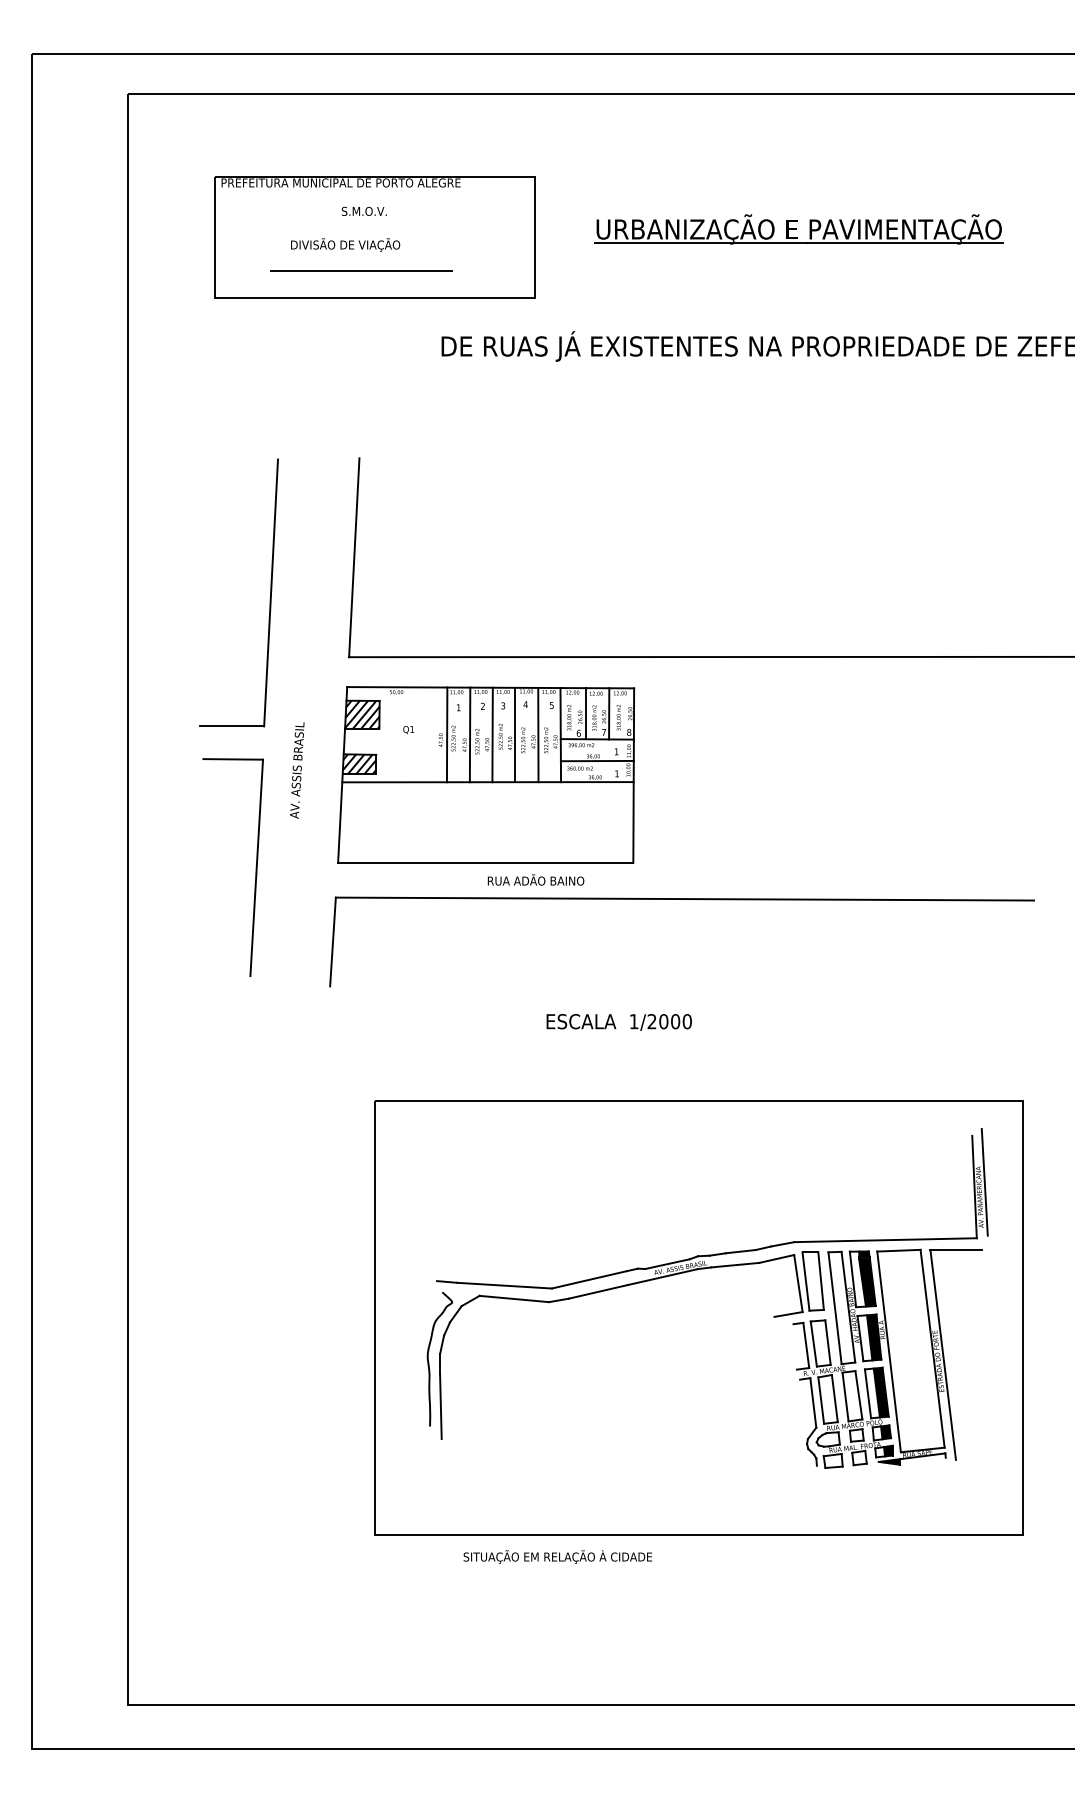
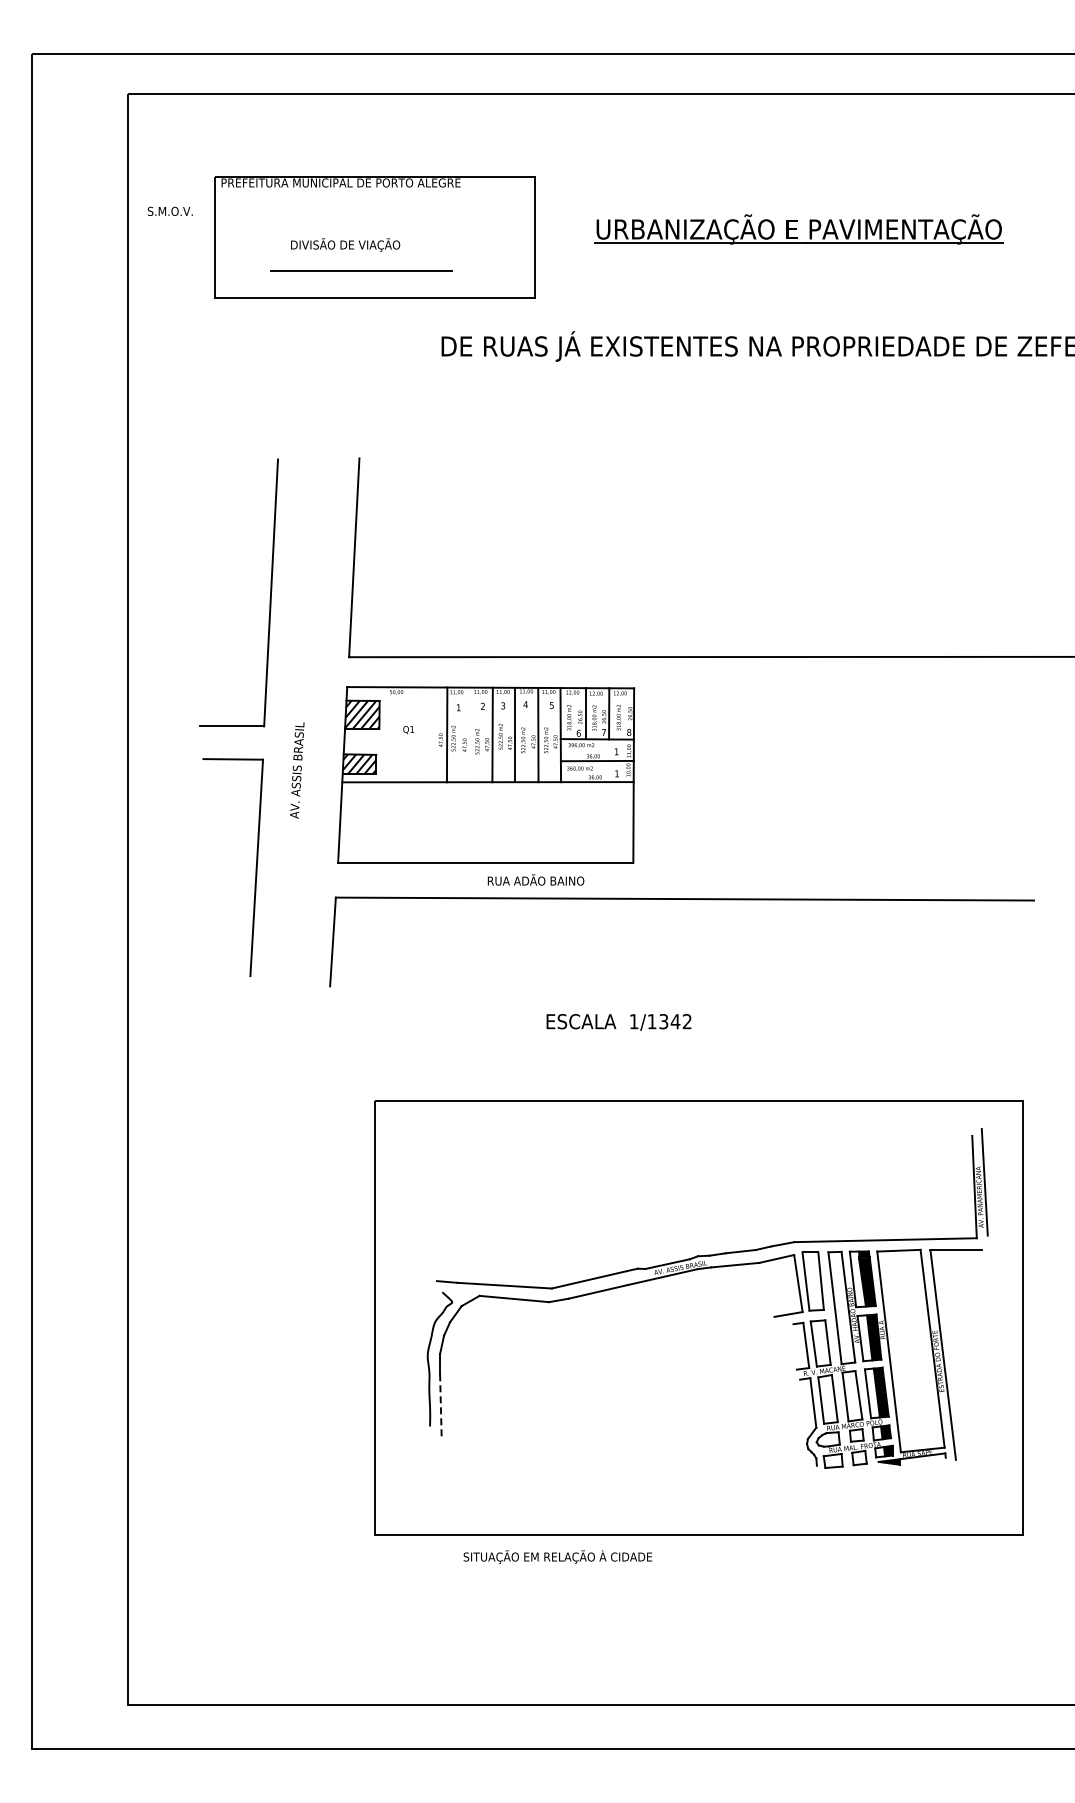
text at (363, 210) position: (363, 210) -> (169, 210)
line at (469, 734): present -> none
text at (669, 1021): 1/2000 -> 1/1342
line at (440, 1407): solid -> dashed
